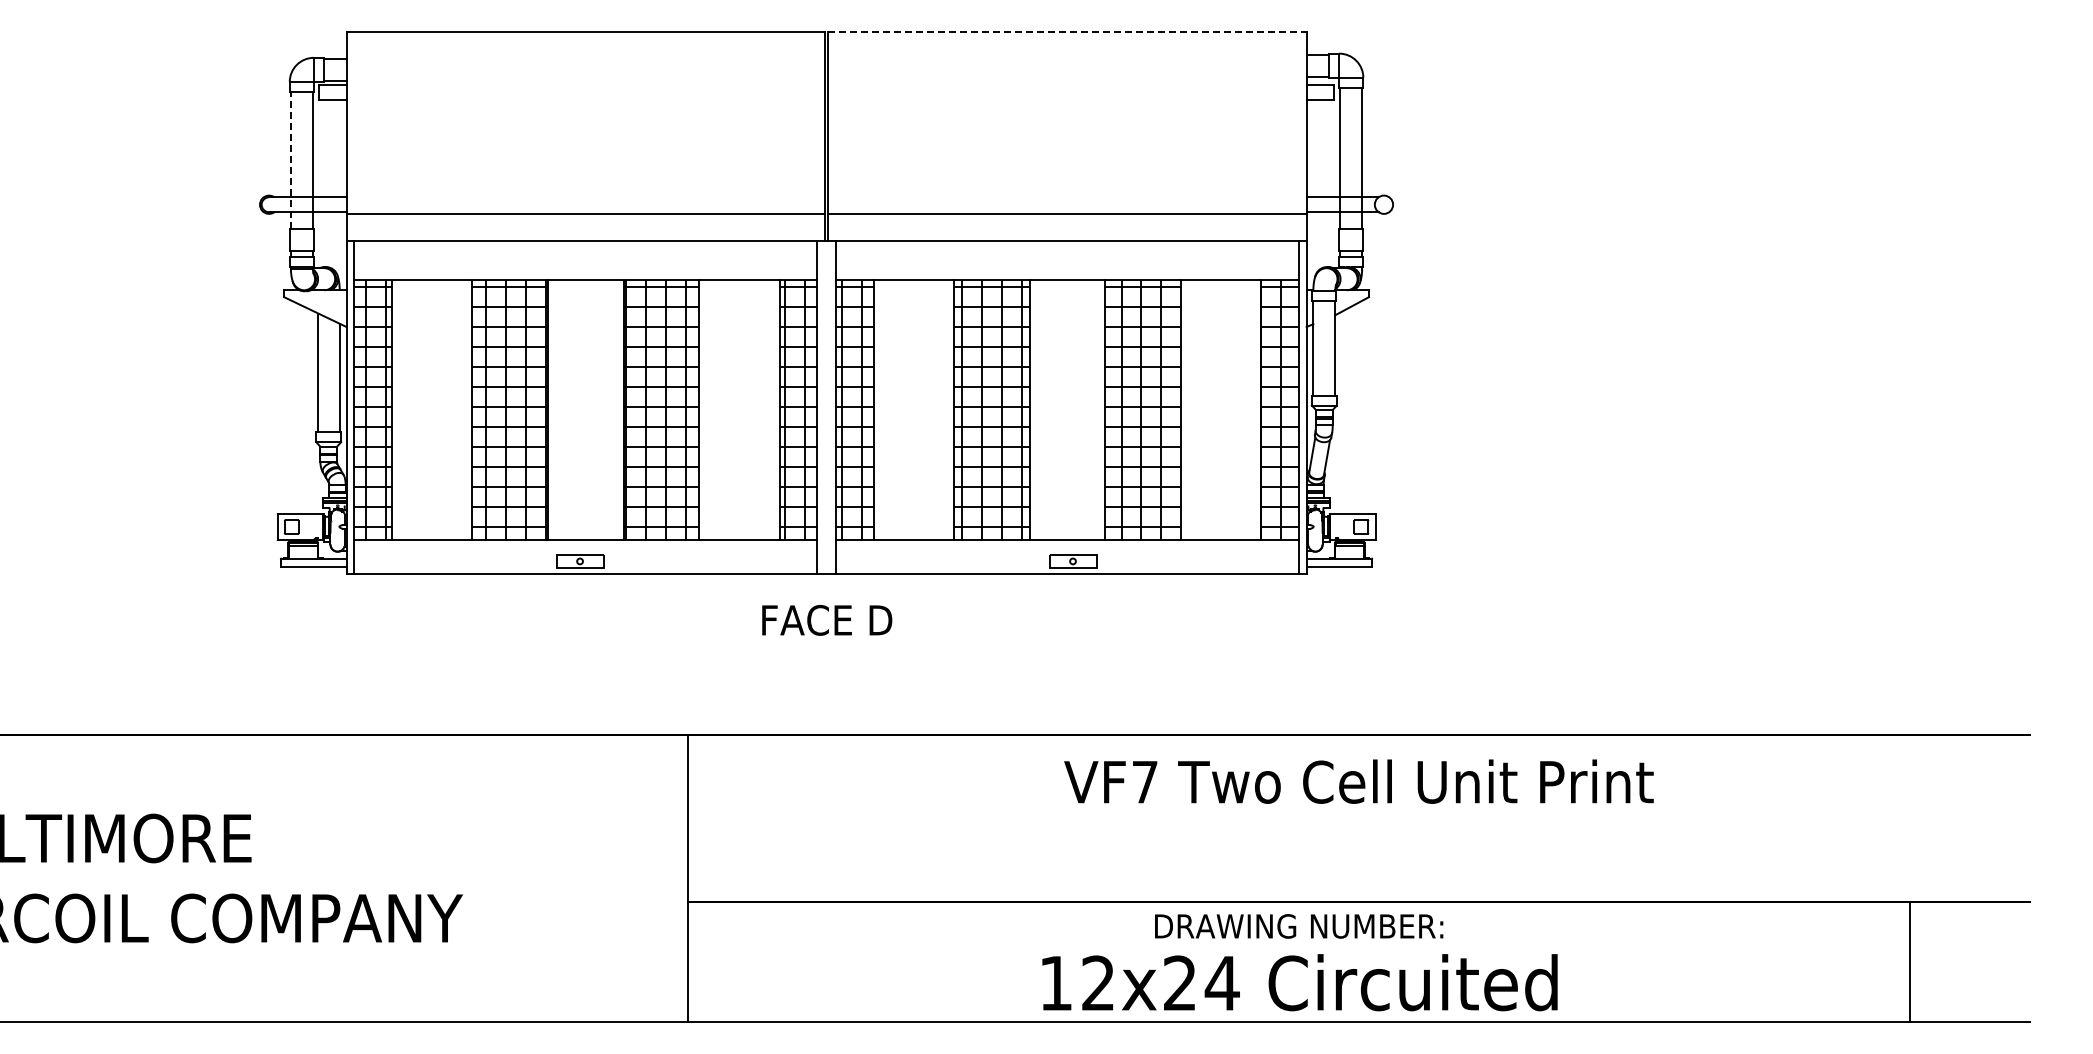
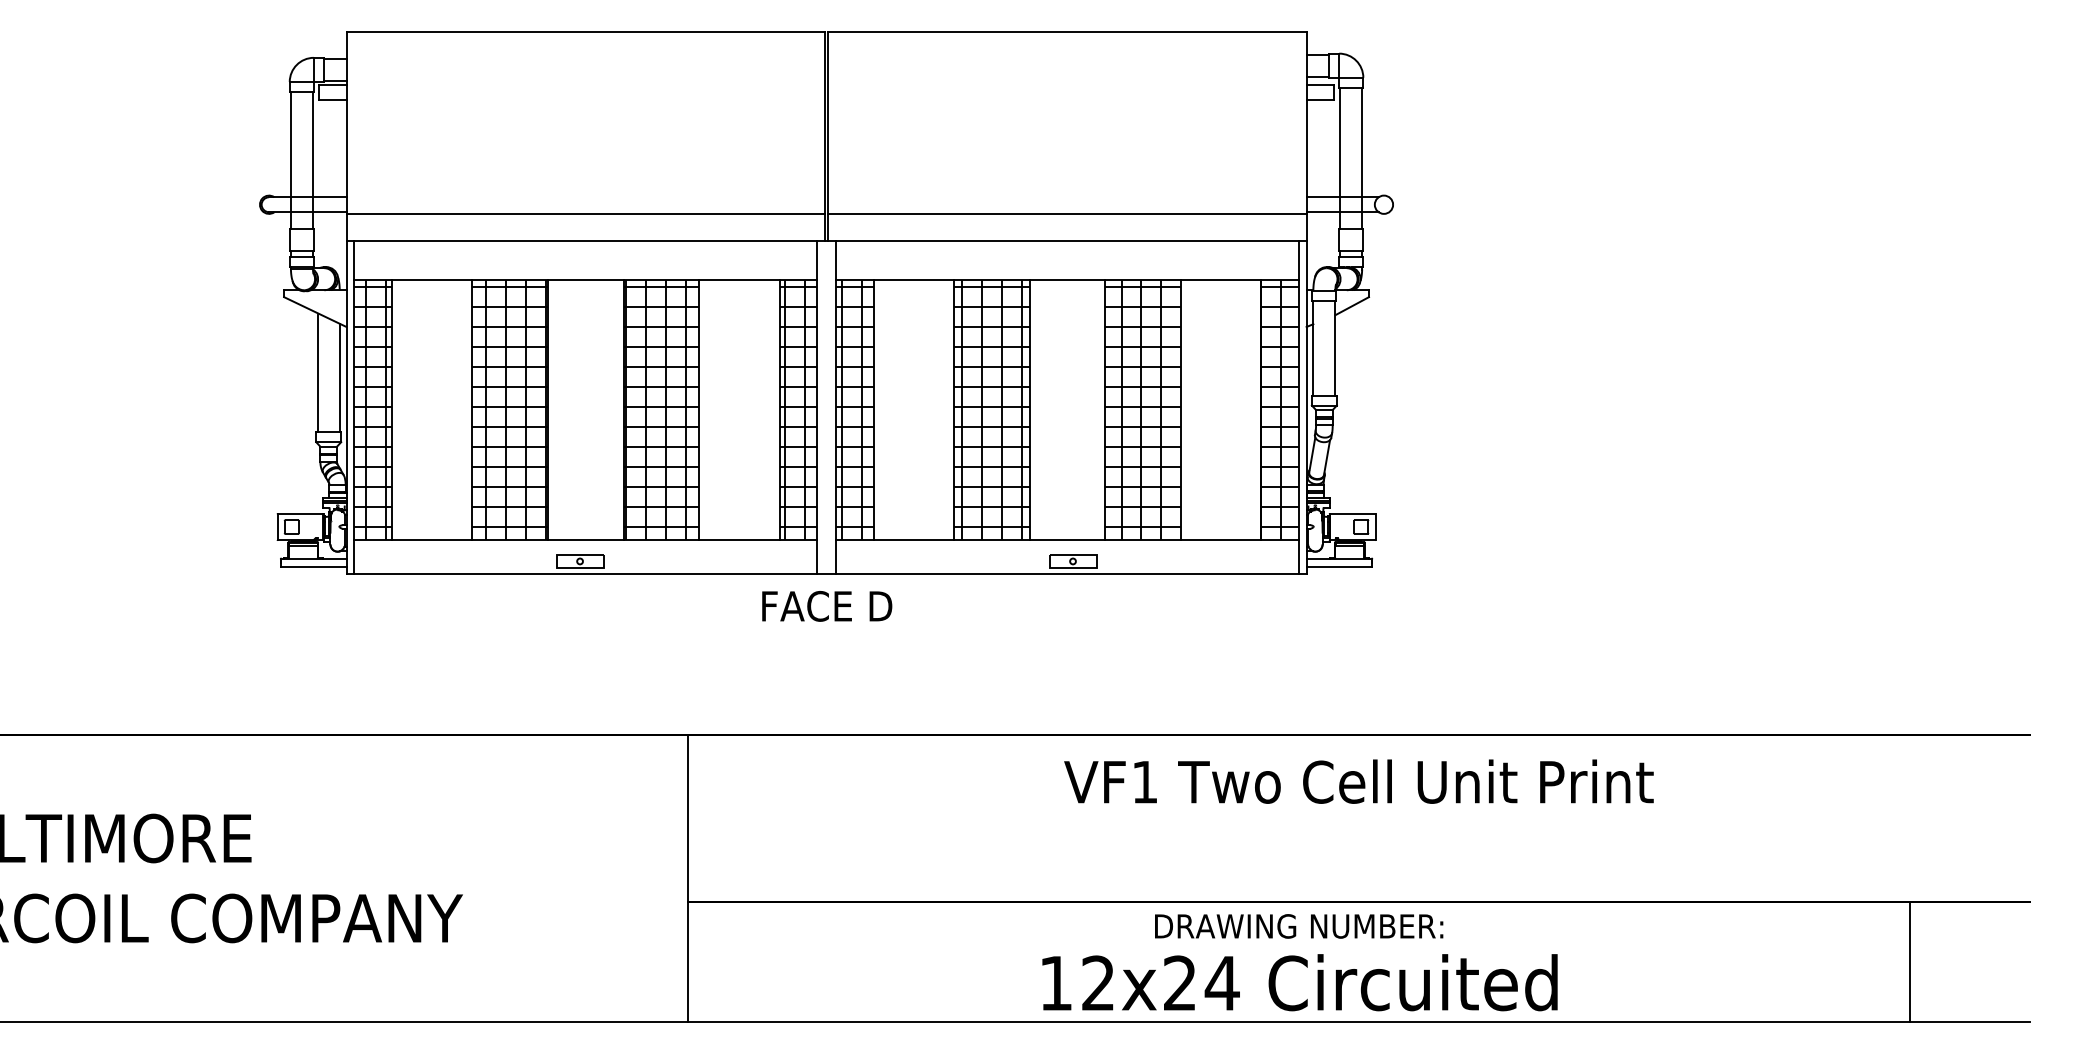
line at (1067, 31): dashed -> solid
line at (290, 160): dashed -> solid
text at (827, 620) position: (827, 620) -> (827, 606)
text at (1145, 782): VF7 -> VF1
